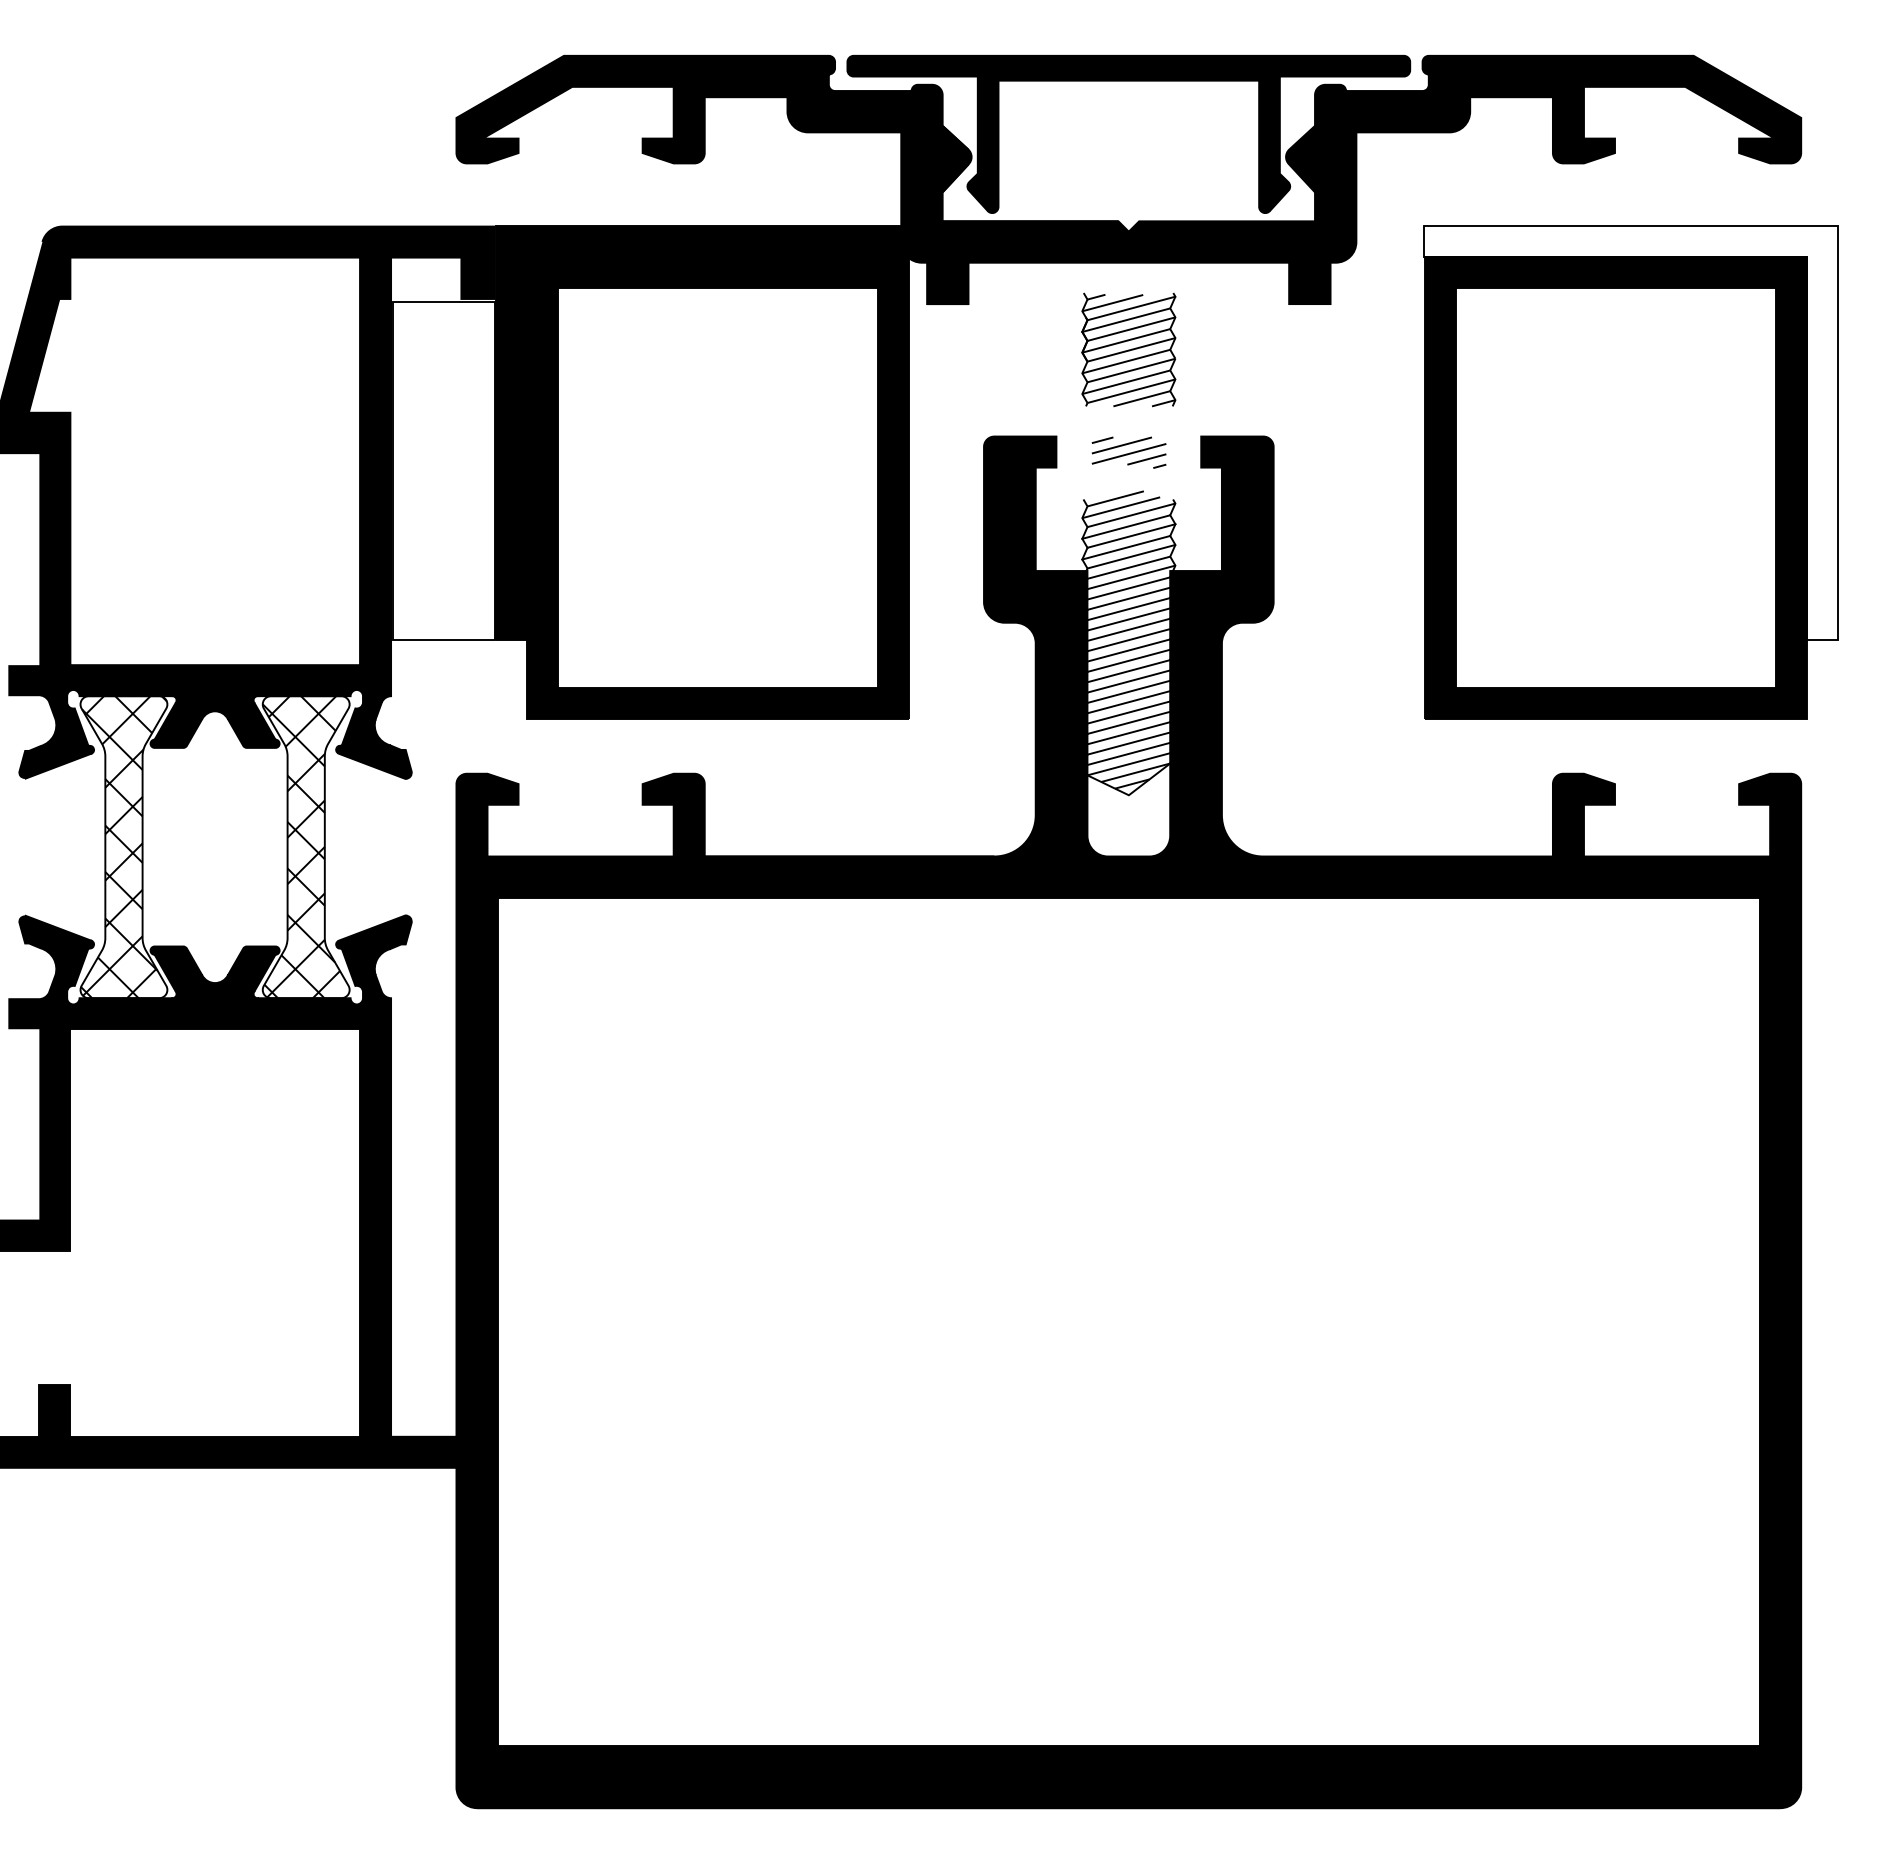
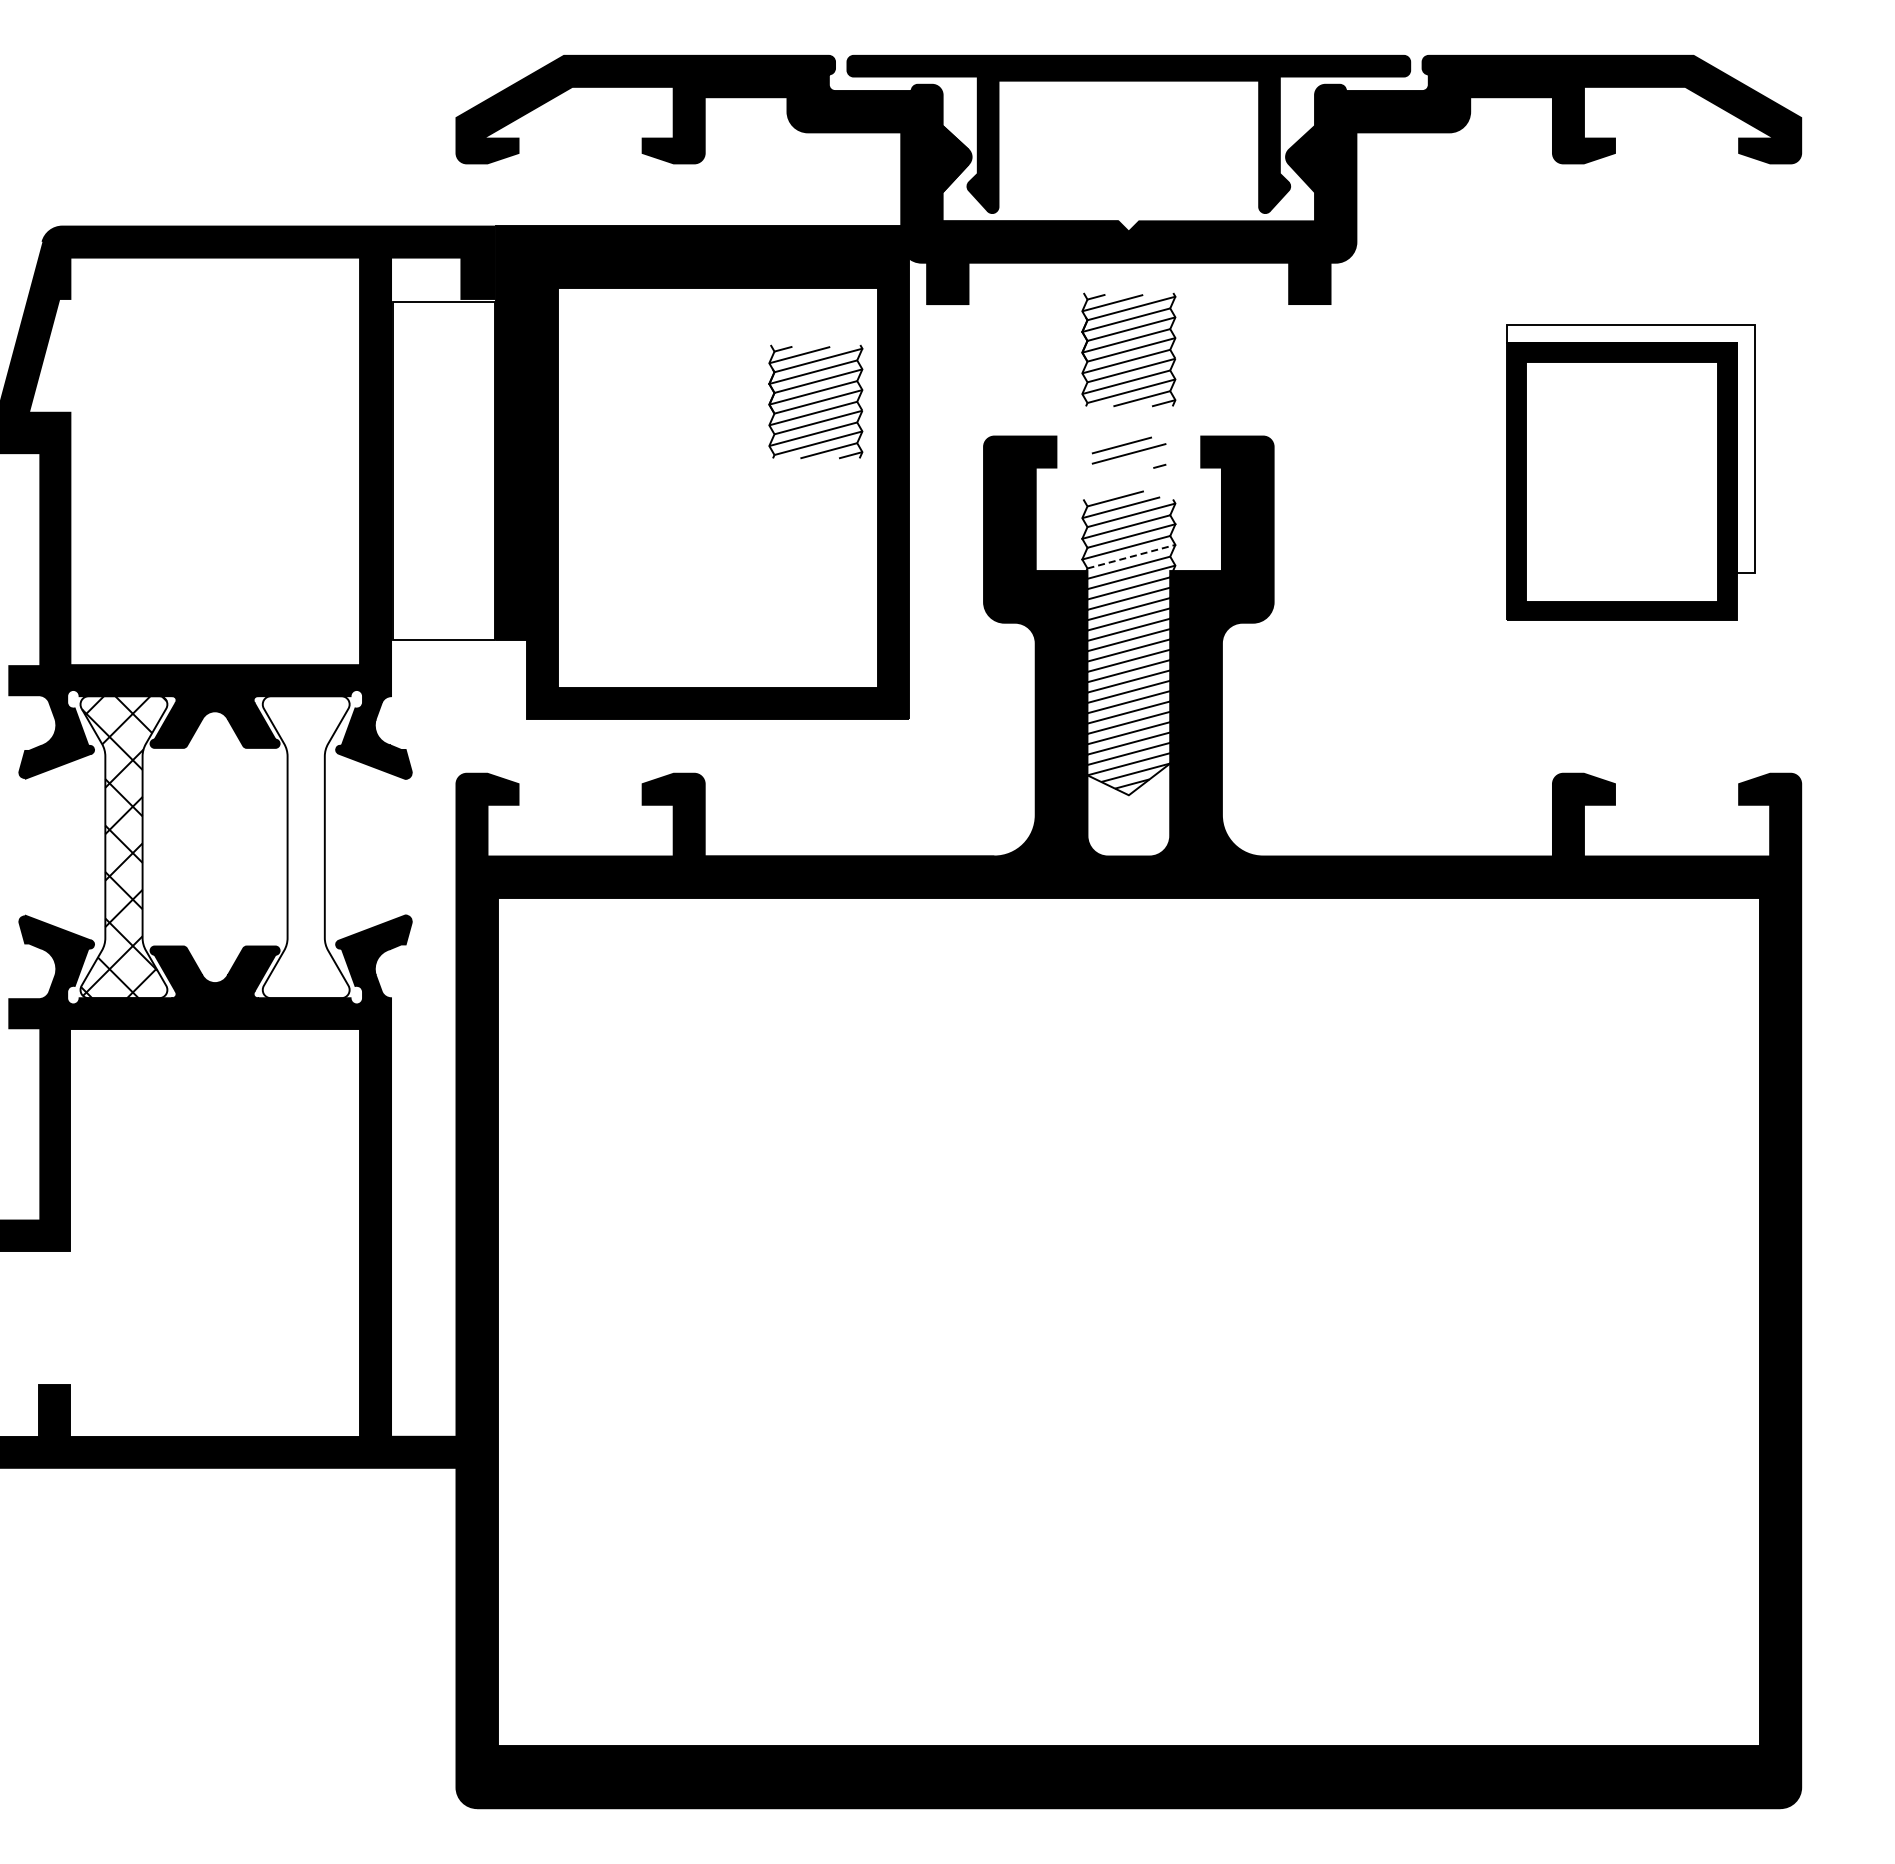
part at (815, 401): none -> present
line at (1102, 439): present -> none
line at (1146, 459): present -> none
part at (1630, 472) size: 416x495 px -> 250x297 px
line at (1131, 556): solid -> dashed
hatch at (301, 847): present -> none
